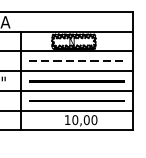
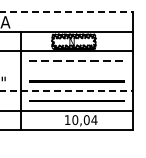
line at (66, 12): solid -> dashed
line at (67, 71): present -> none
line at (66, 90): solid -> dashed
text at (94, 120): 10,00 -> 10,04
